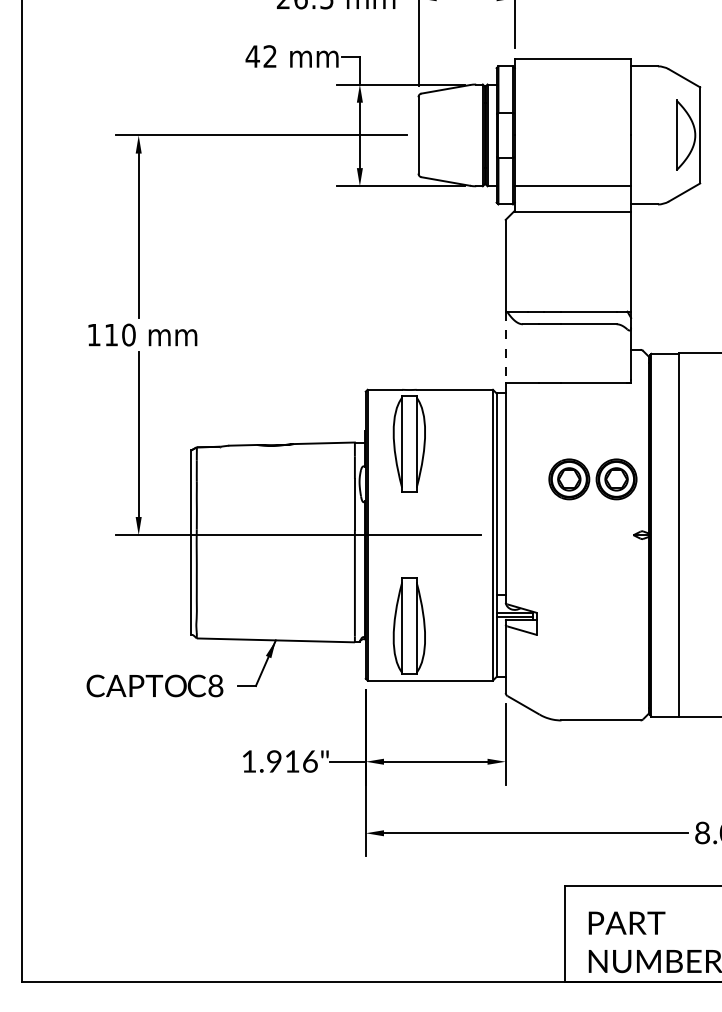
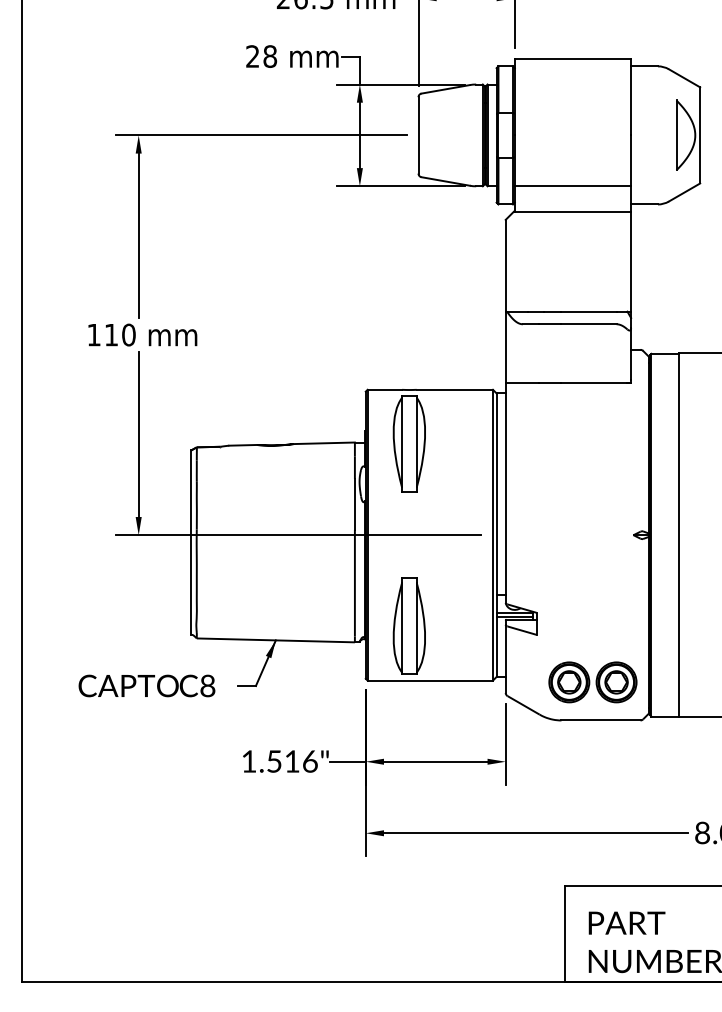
text at (261, 56): 42 -> 28
line at (505, 347): dashed -> solid
part at (592, 479) position: (592, 479) -> (592, 682)
text at (154, 685) position: (154, 685) -> (146, 685)
text at (274, 761): 1.916" -> 1.516"
